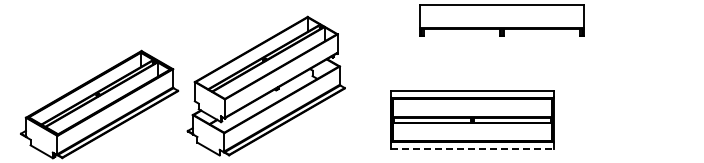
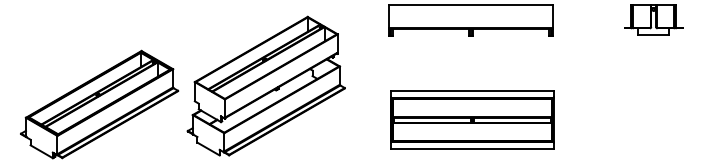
part at (653, 19): none -> present
part at (501, 20) position: (501, 20) -> (470, 20)
line at (472, 149): dashed -> solid
